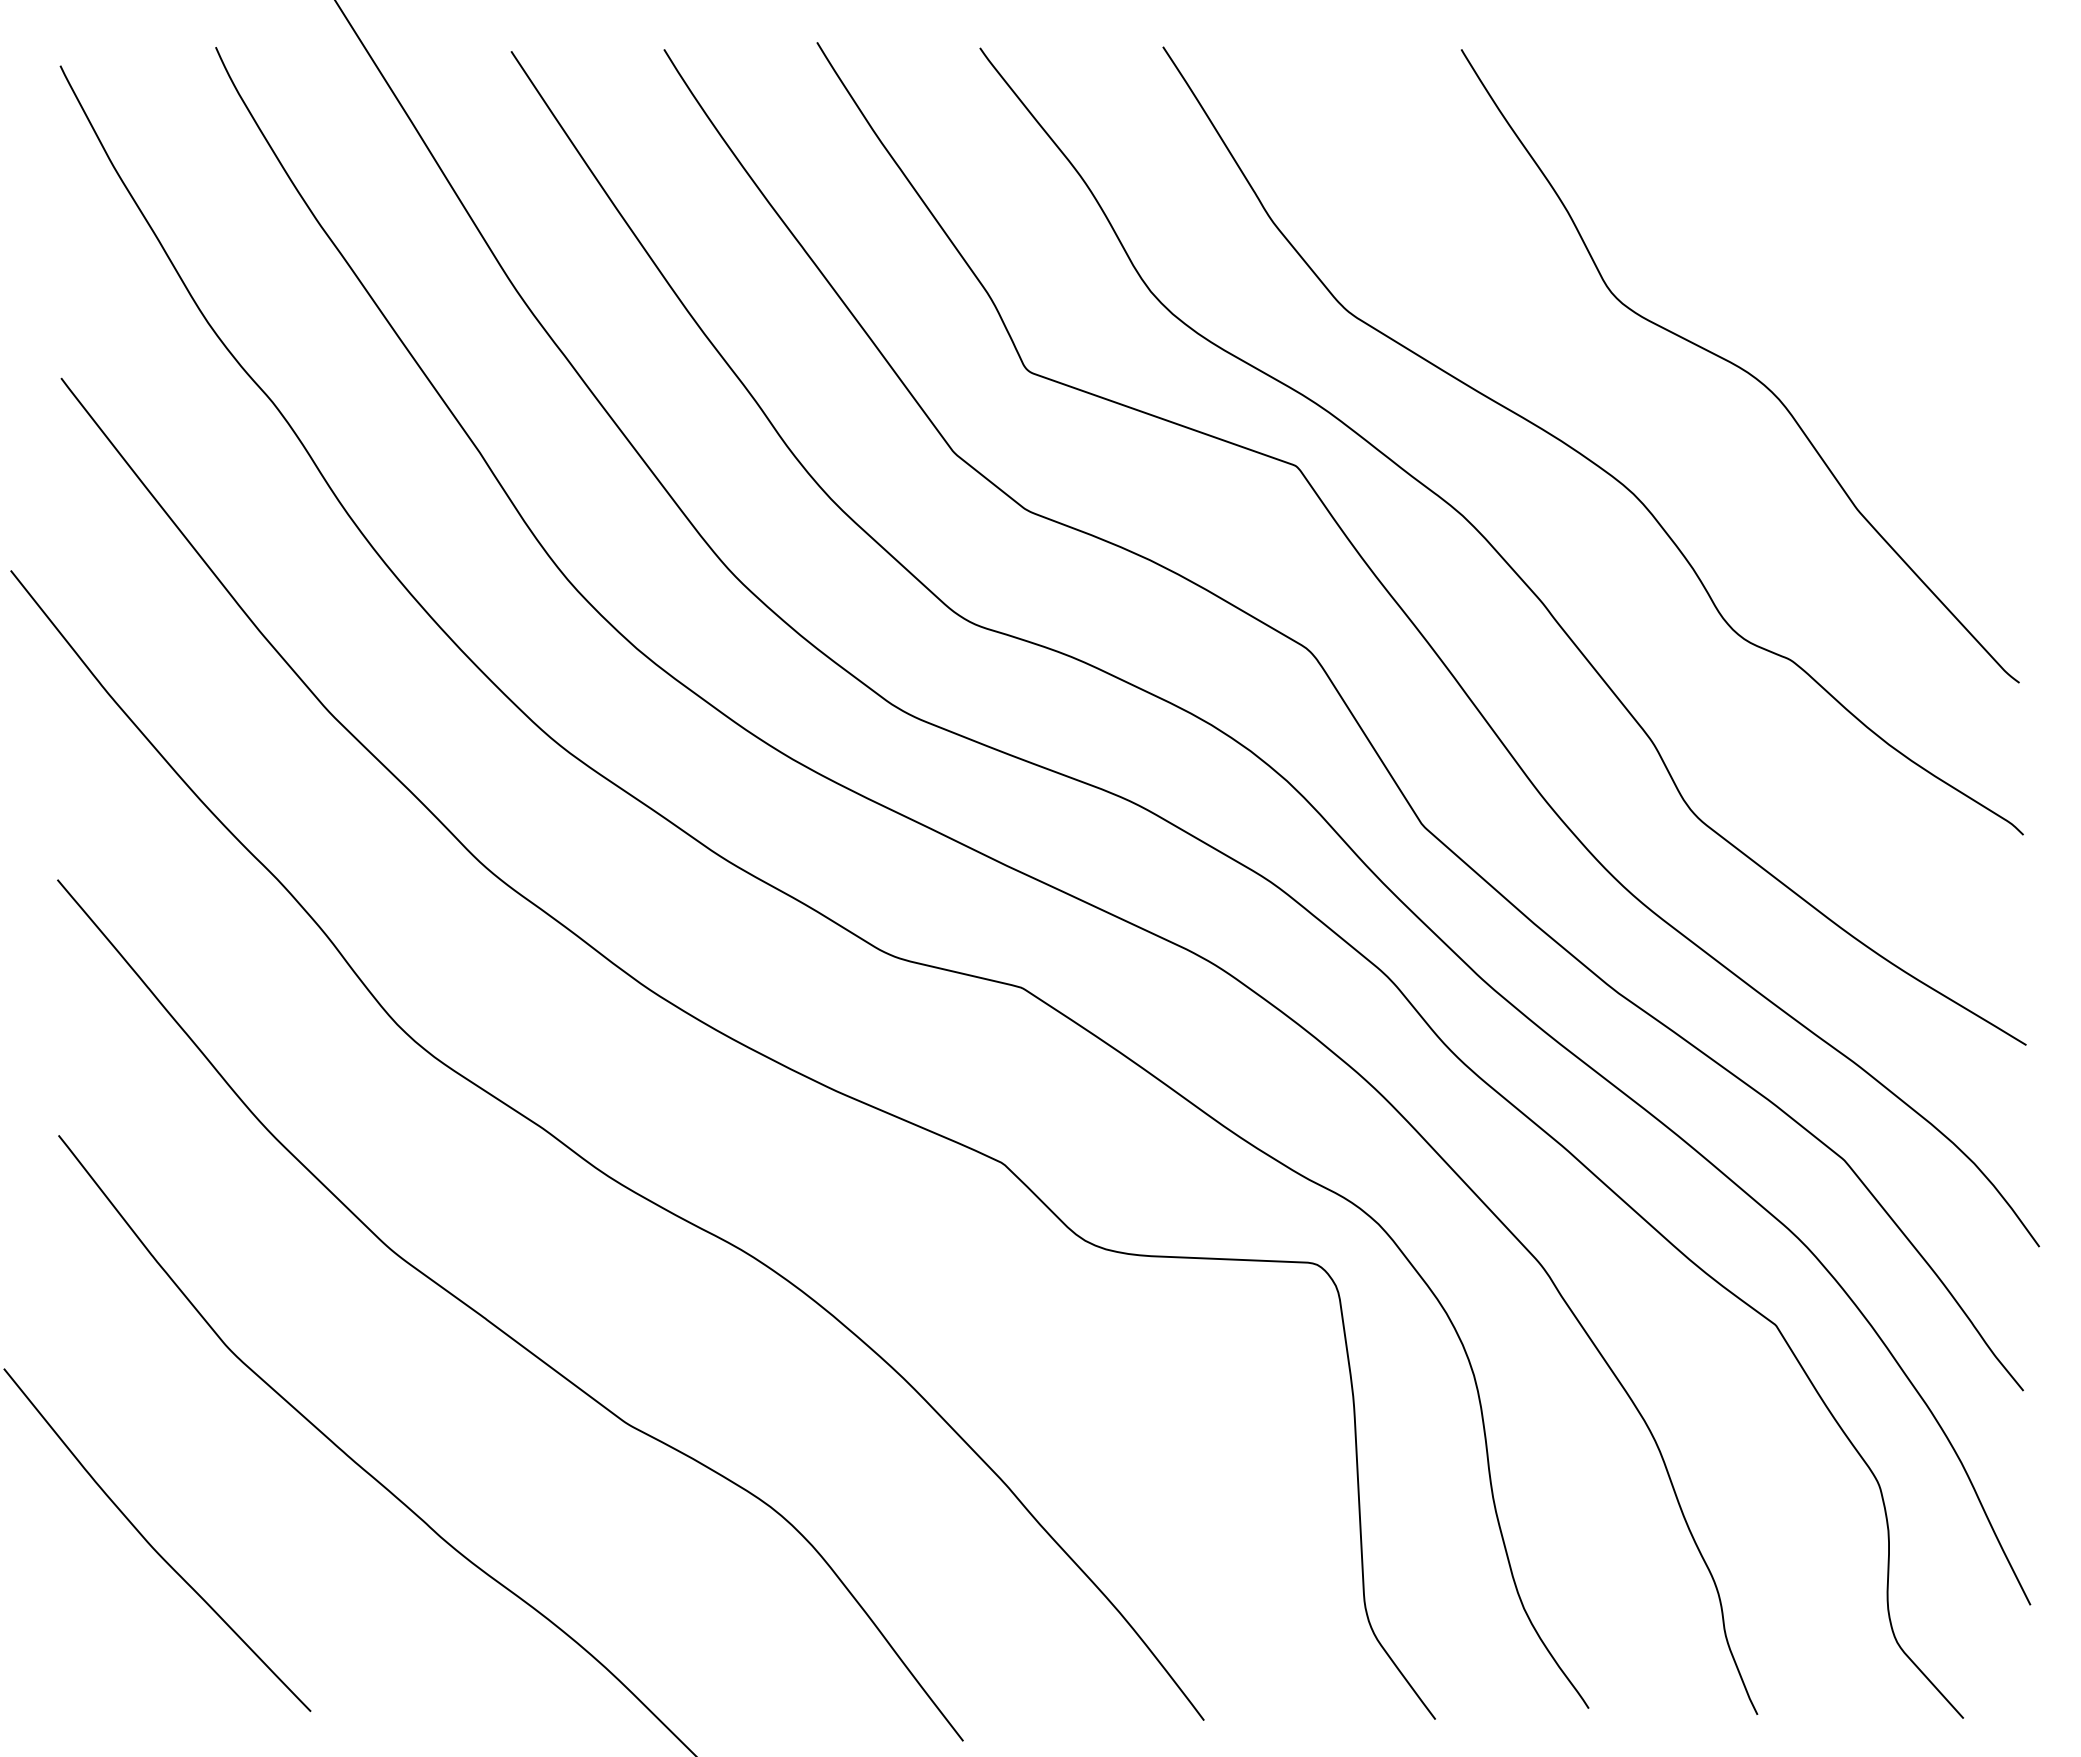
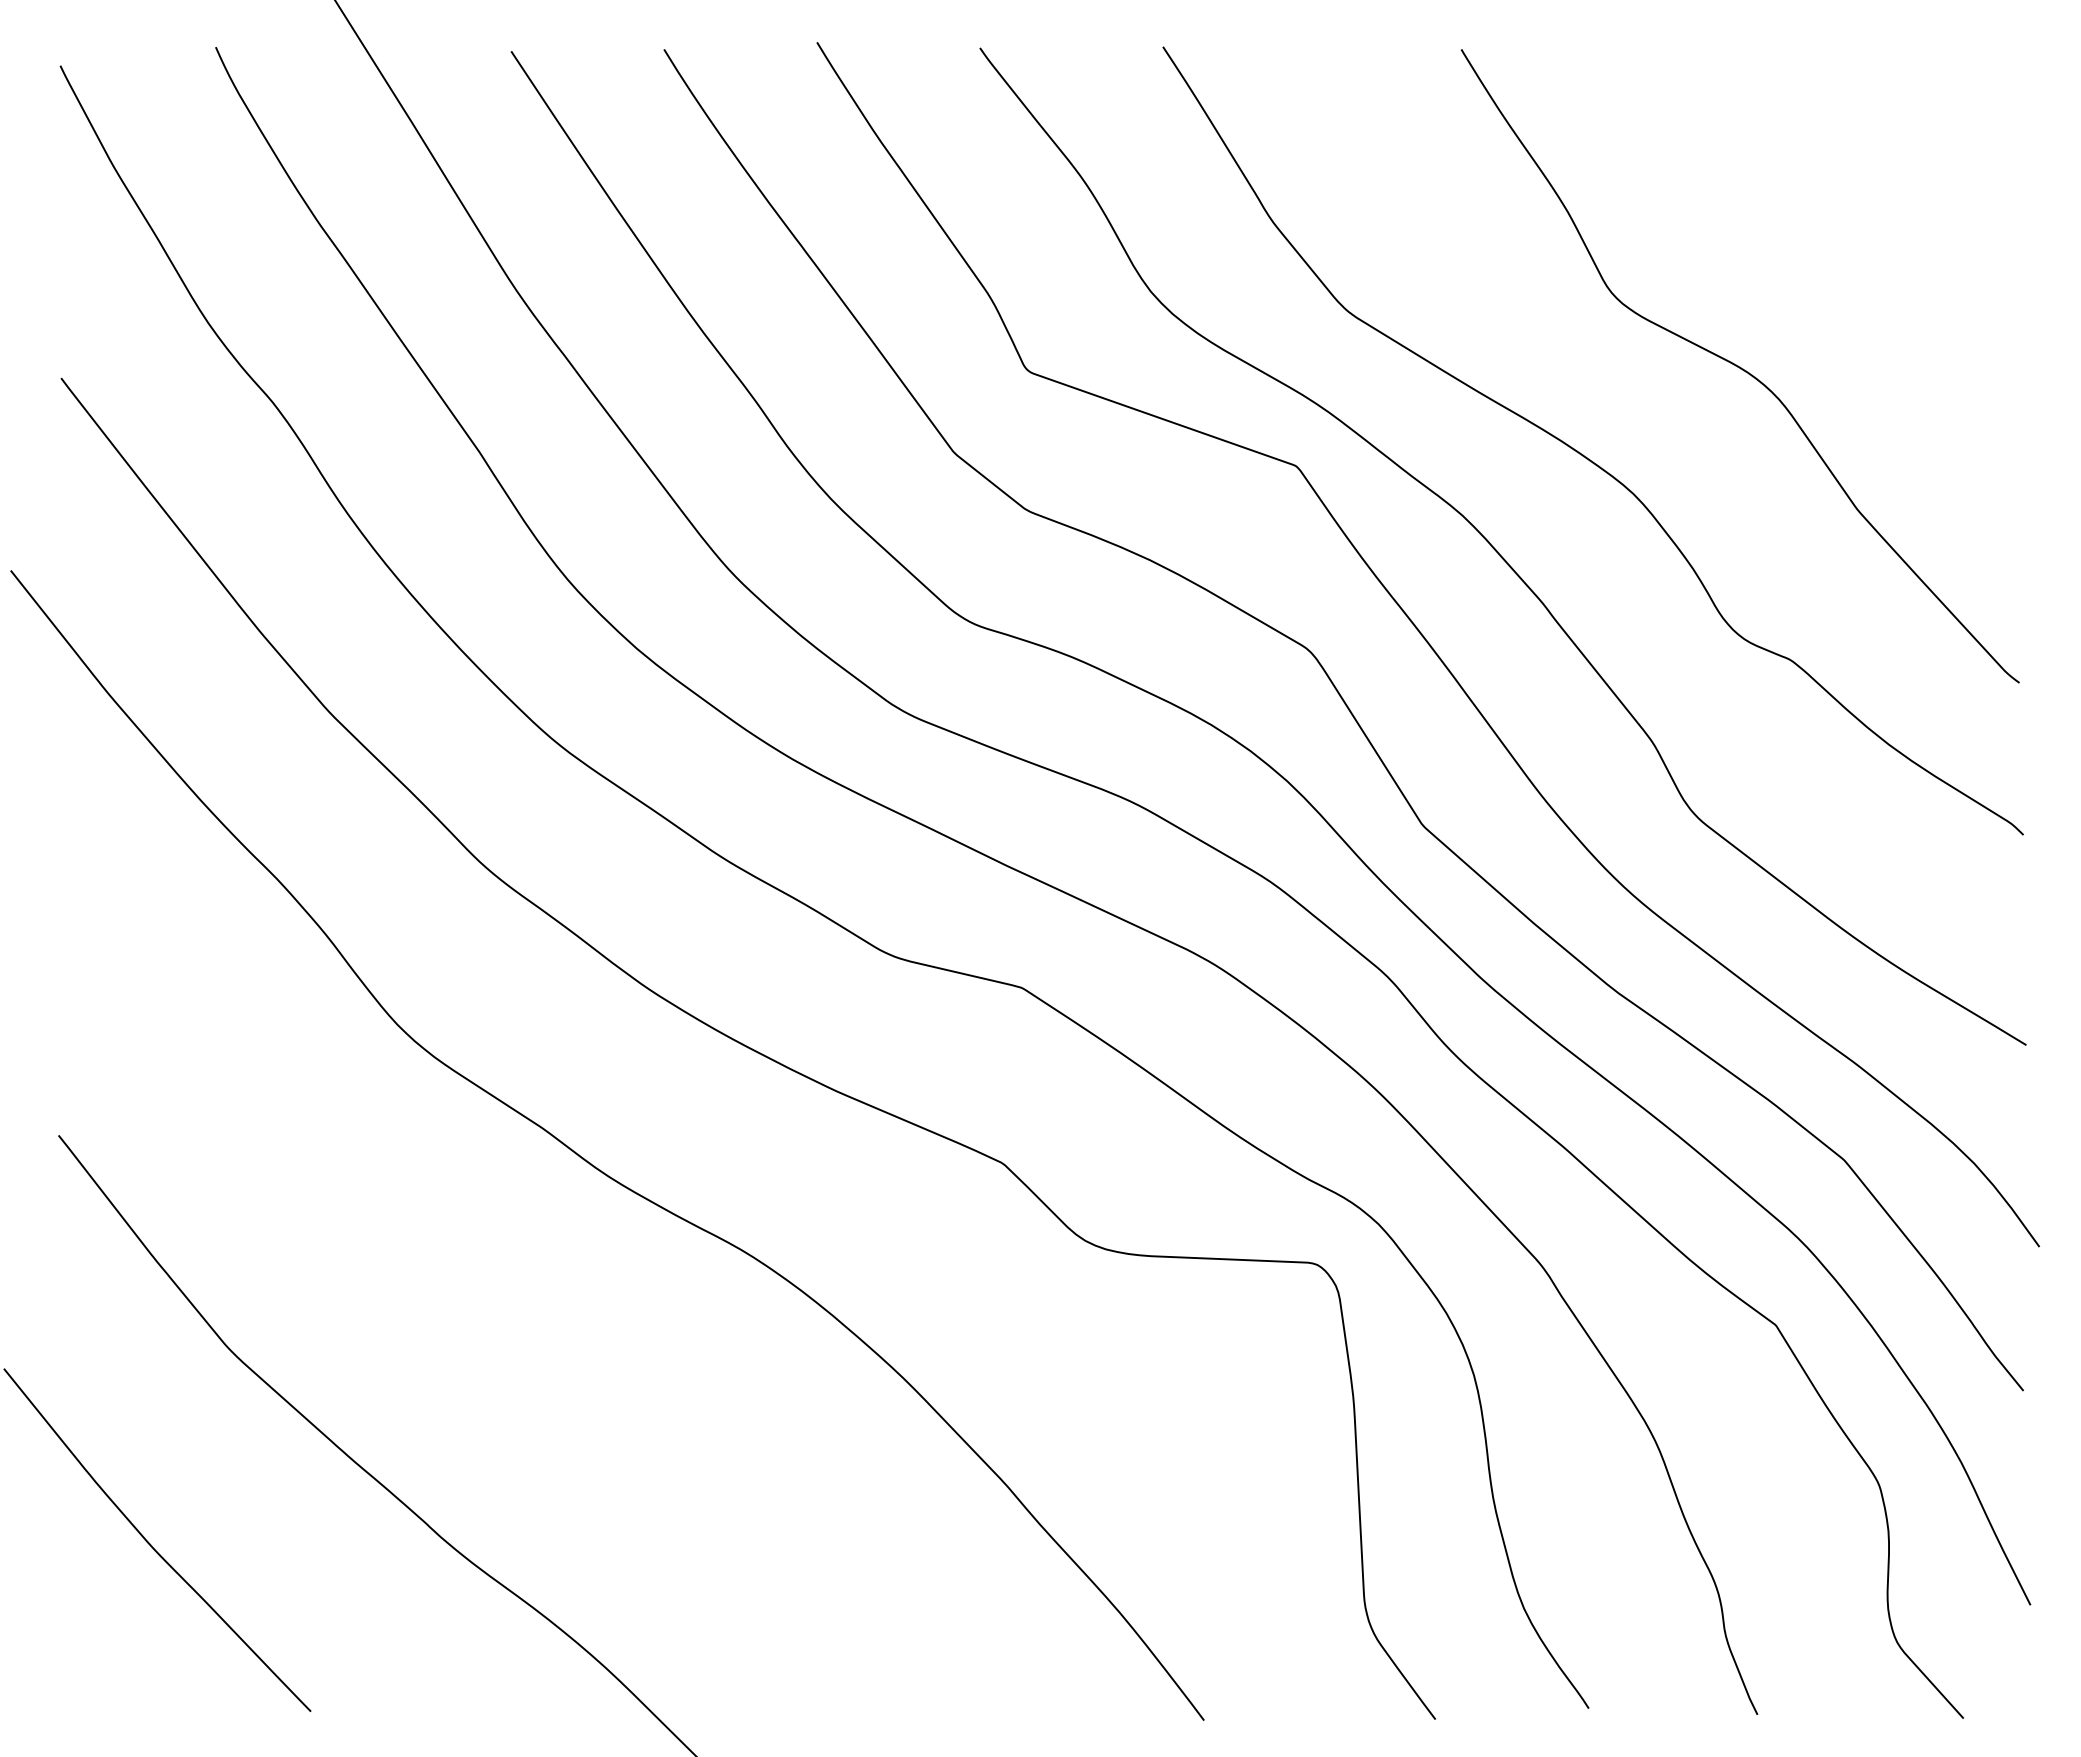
curve at (496, 1325): present -> none
